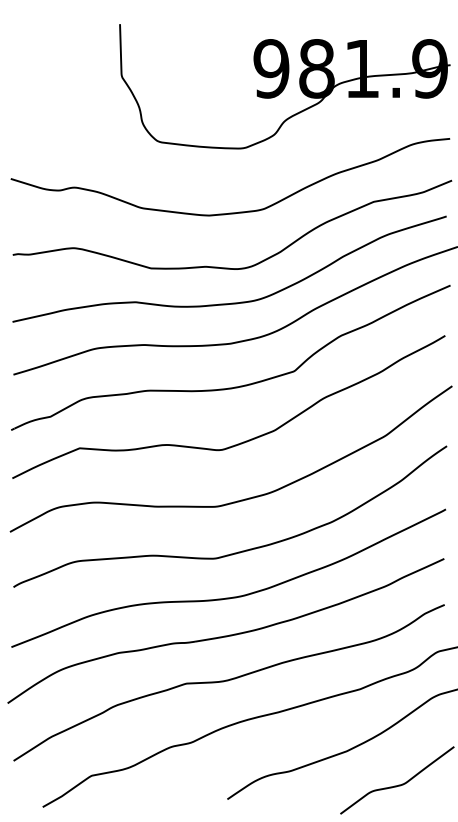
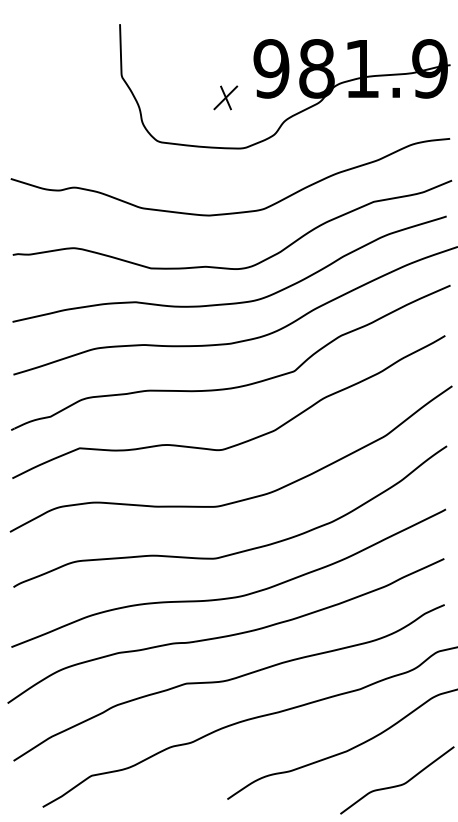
part at (225, 97): none -> present
